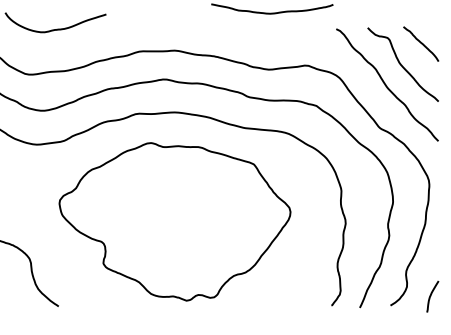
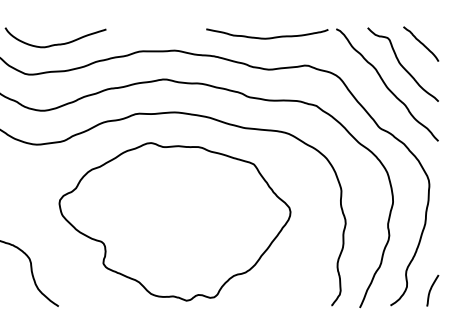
curve at (272, 12) position: (272, 12) -> (267, 37)
curve at (57, 28) position: (57, 28) -> (57, 43)
curve at (431, 296) position: (431, 296) -> (431, 290)
